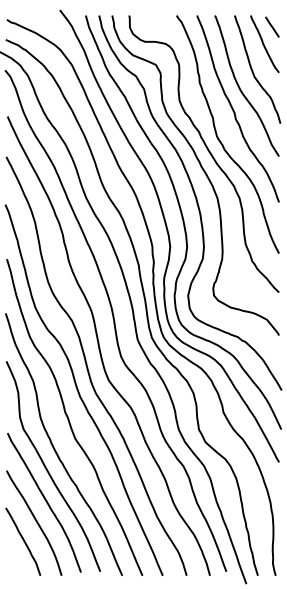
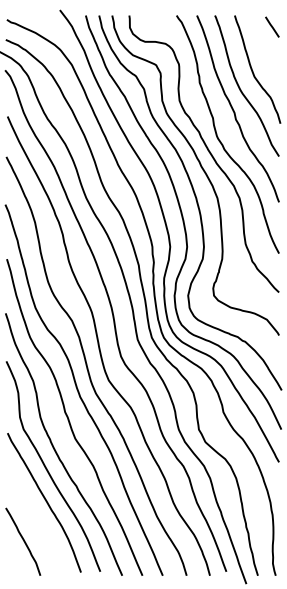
curve at (264, 44): present -> none
curve at (35, 521): present -> none
